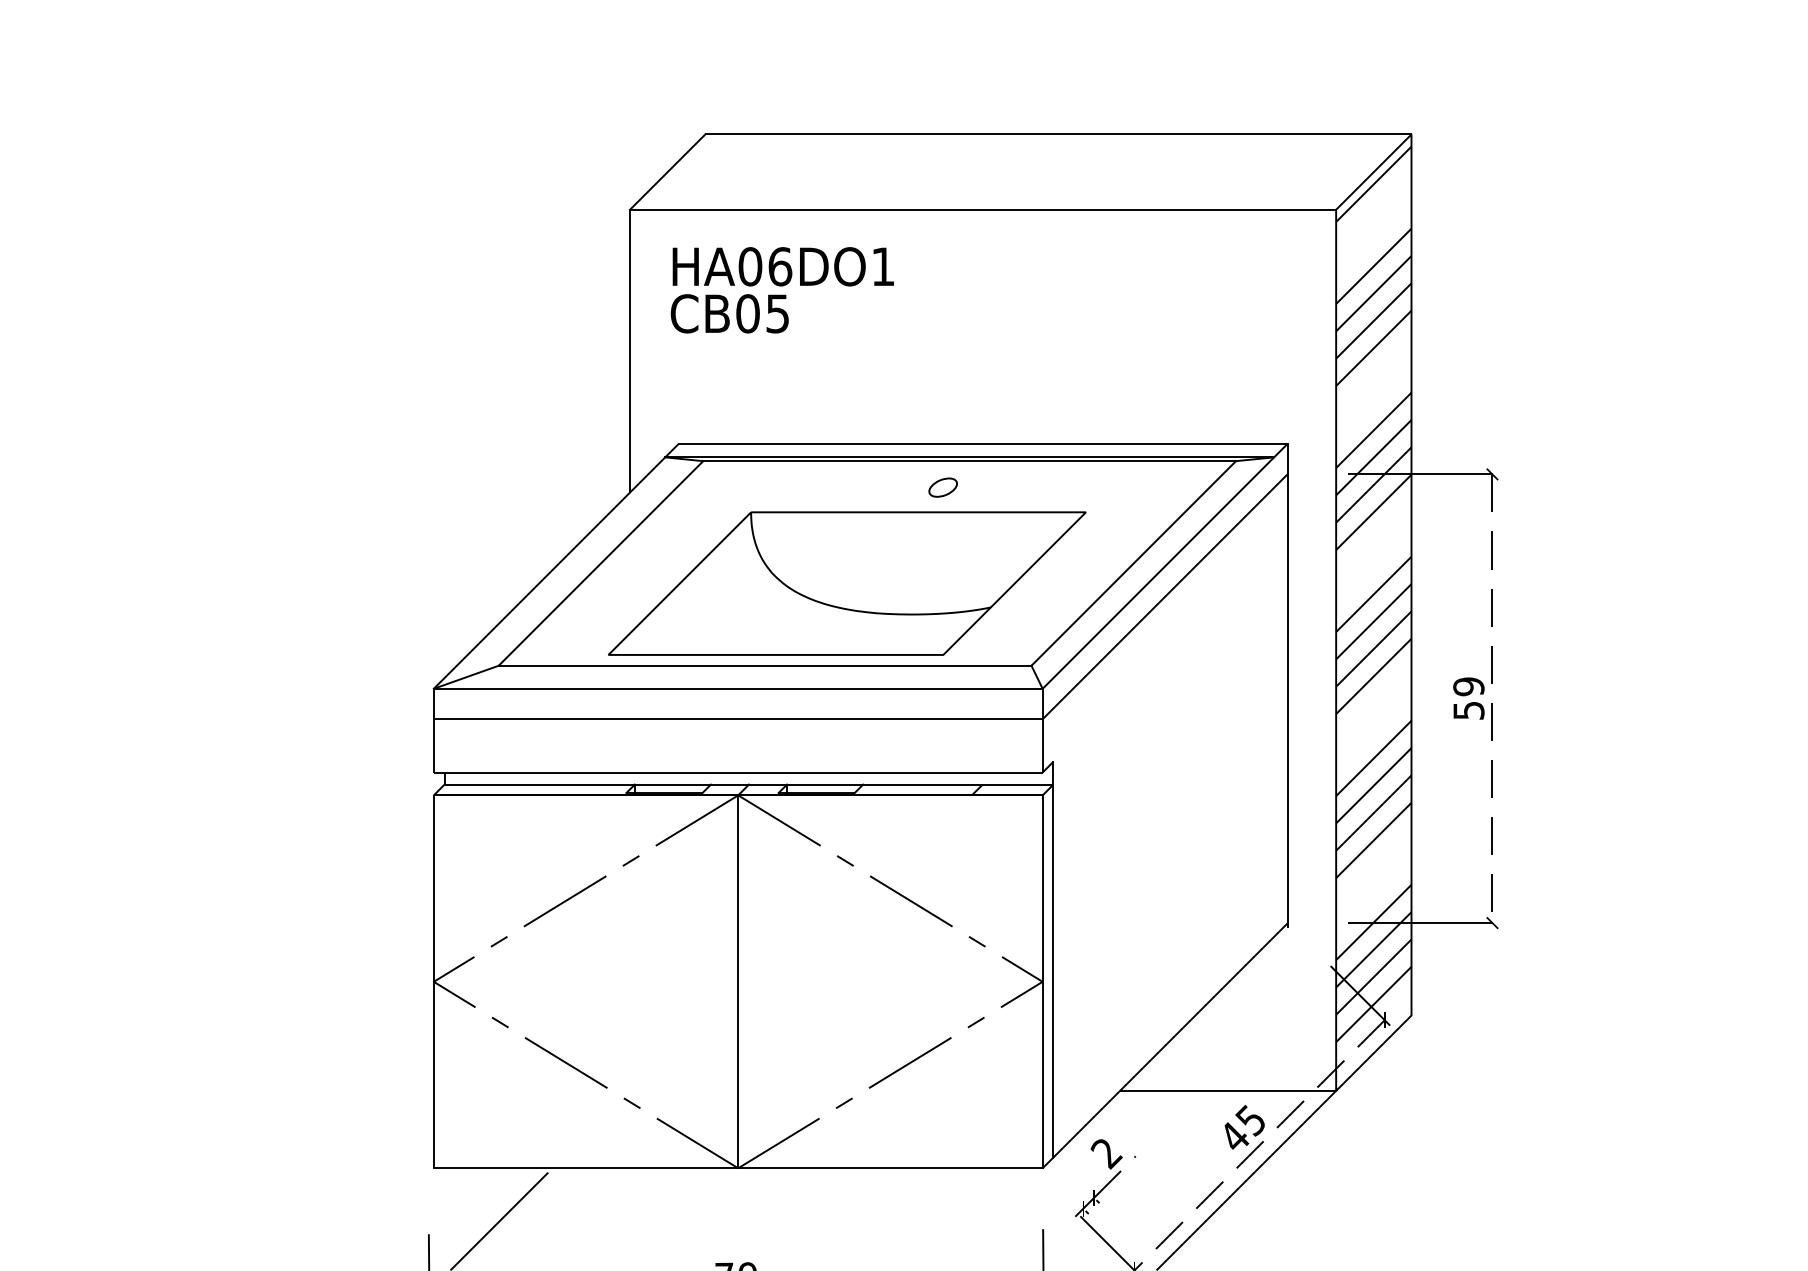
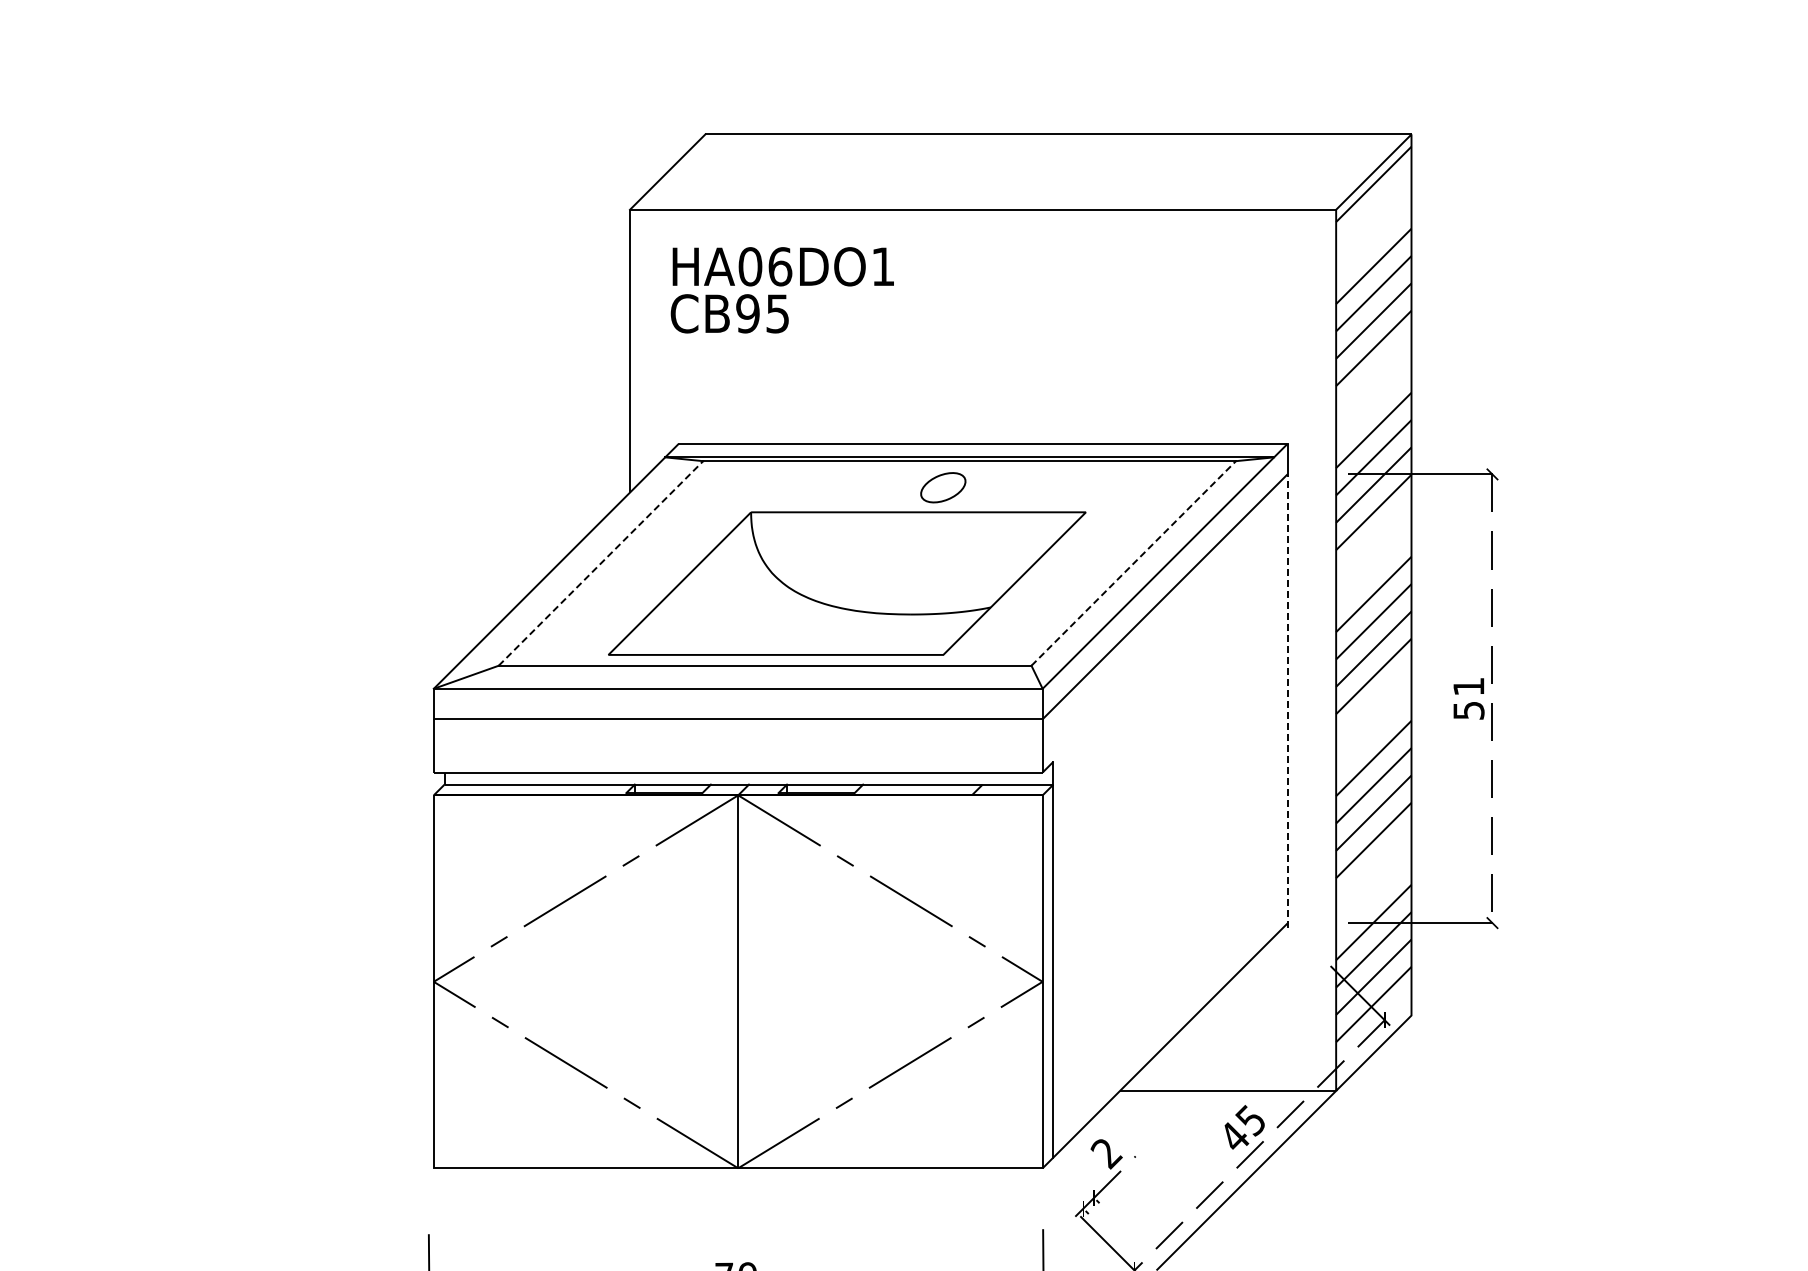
text at (747, 313): CB05 -> CB95
part at (942, 487) size: 30x21 px -> 47x32 px
line at (600, 563): solid -> dashed
line at (1133, 563): solid -> dashed
text at (1468, 686): 59 -> 51
line at (1287, 701): solid -> dashed
line at (500, 1220): present -> none
